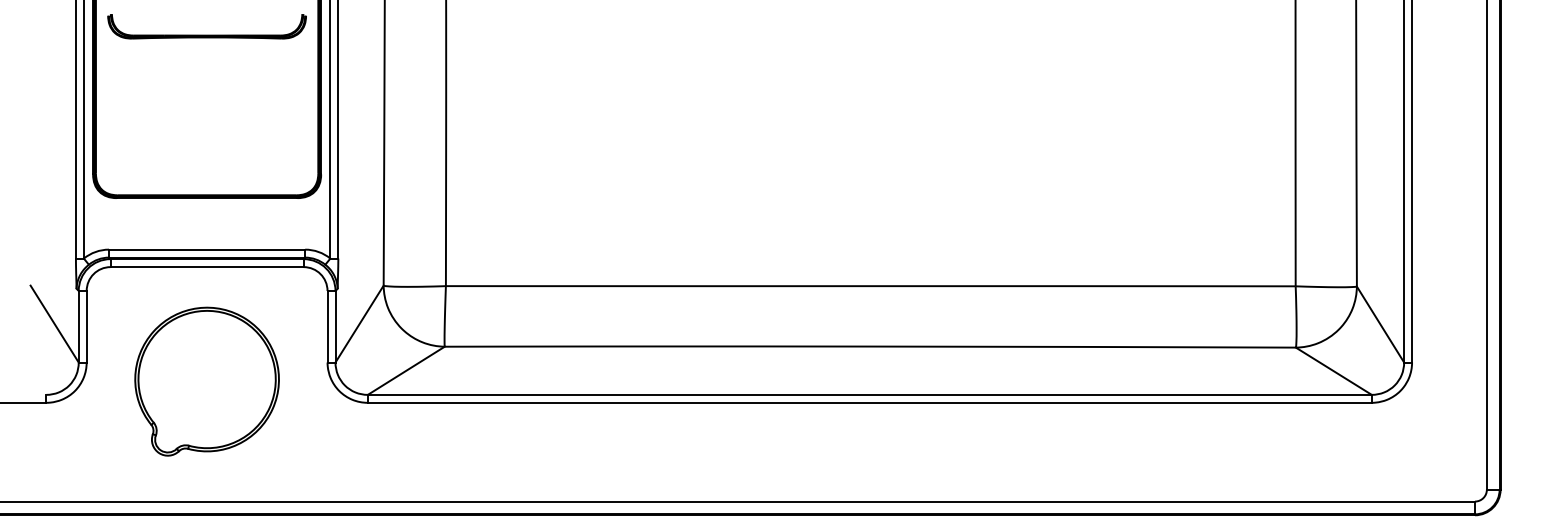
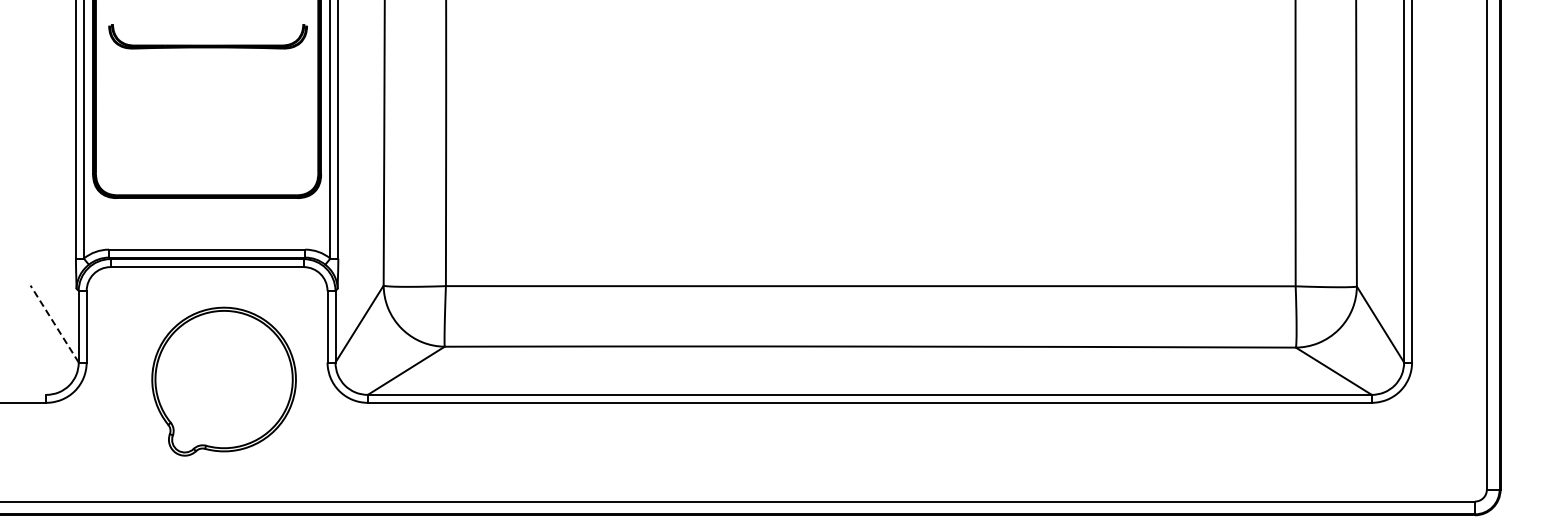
part at (206, 34) position: (206, 34) -> (207, 44)
line at (54, 323): solid -> dashed
part at (206, 381) position: (206, 381) -> (223, 381)
